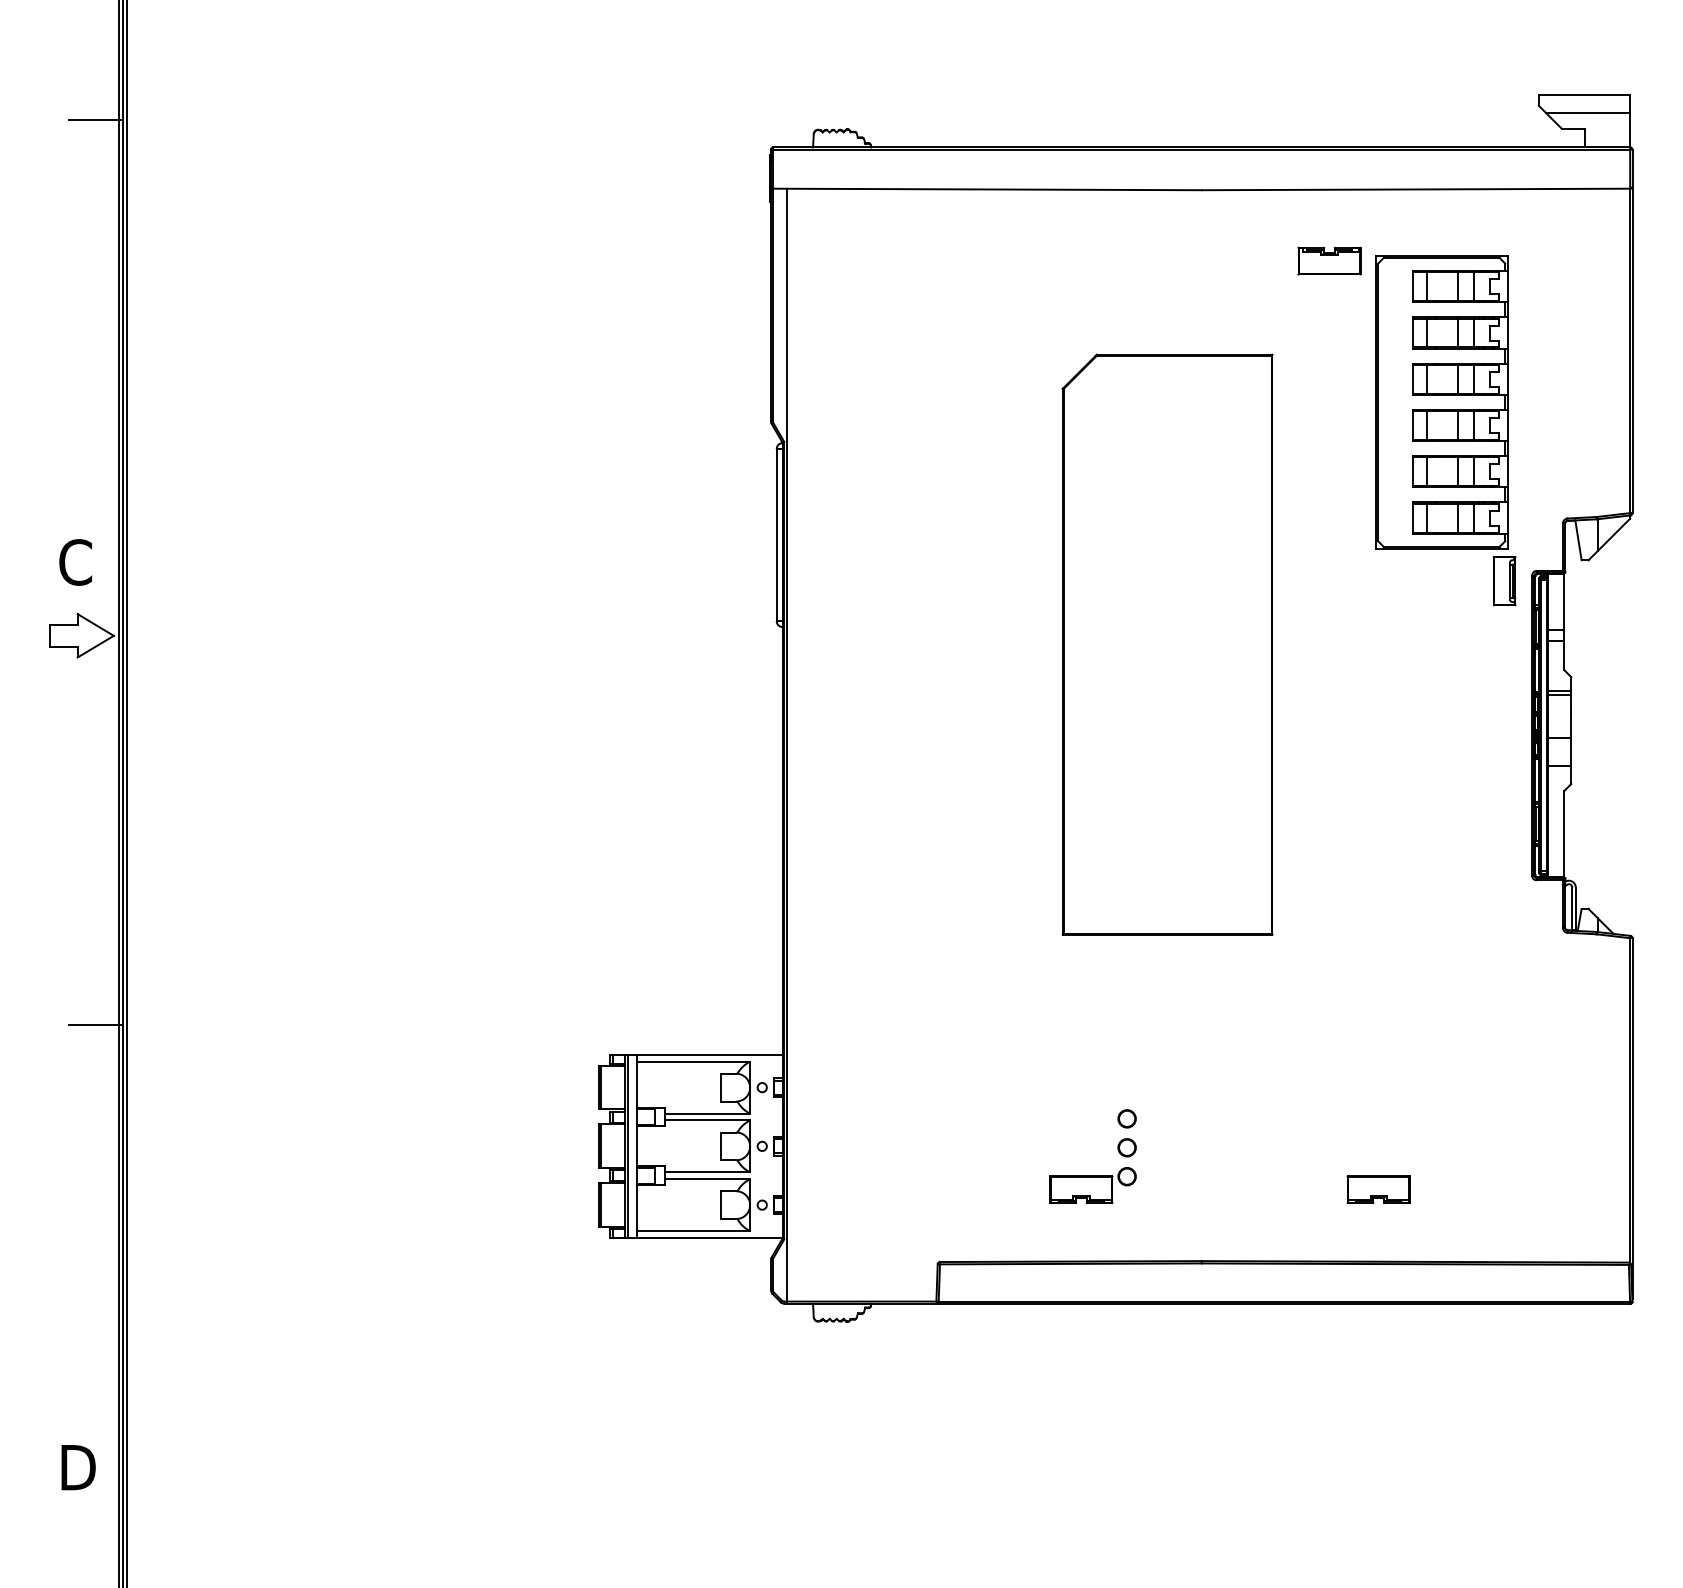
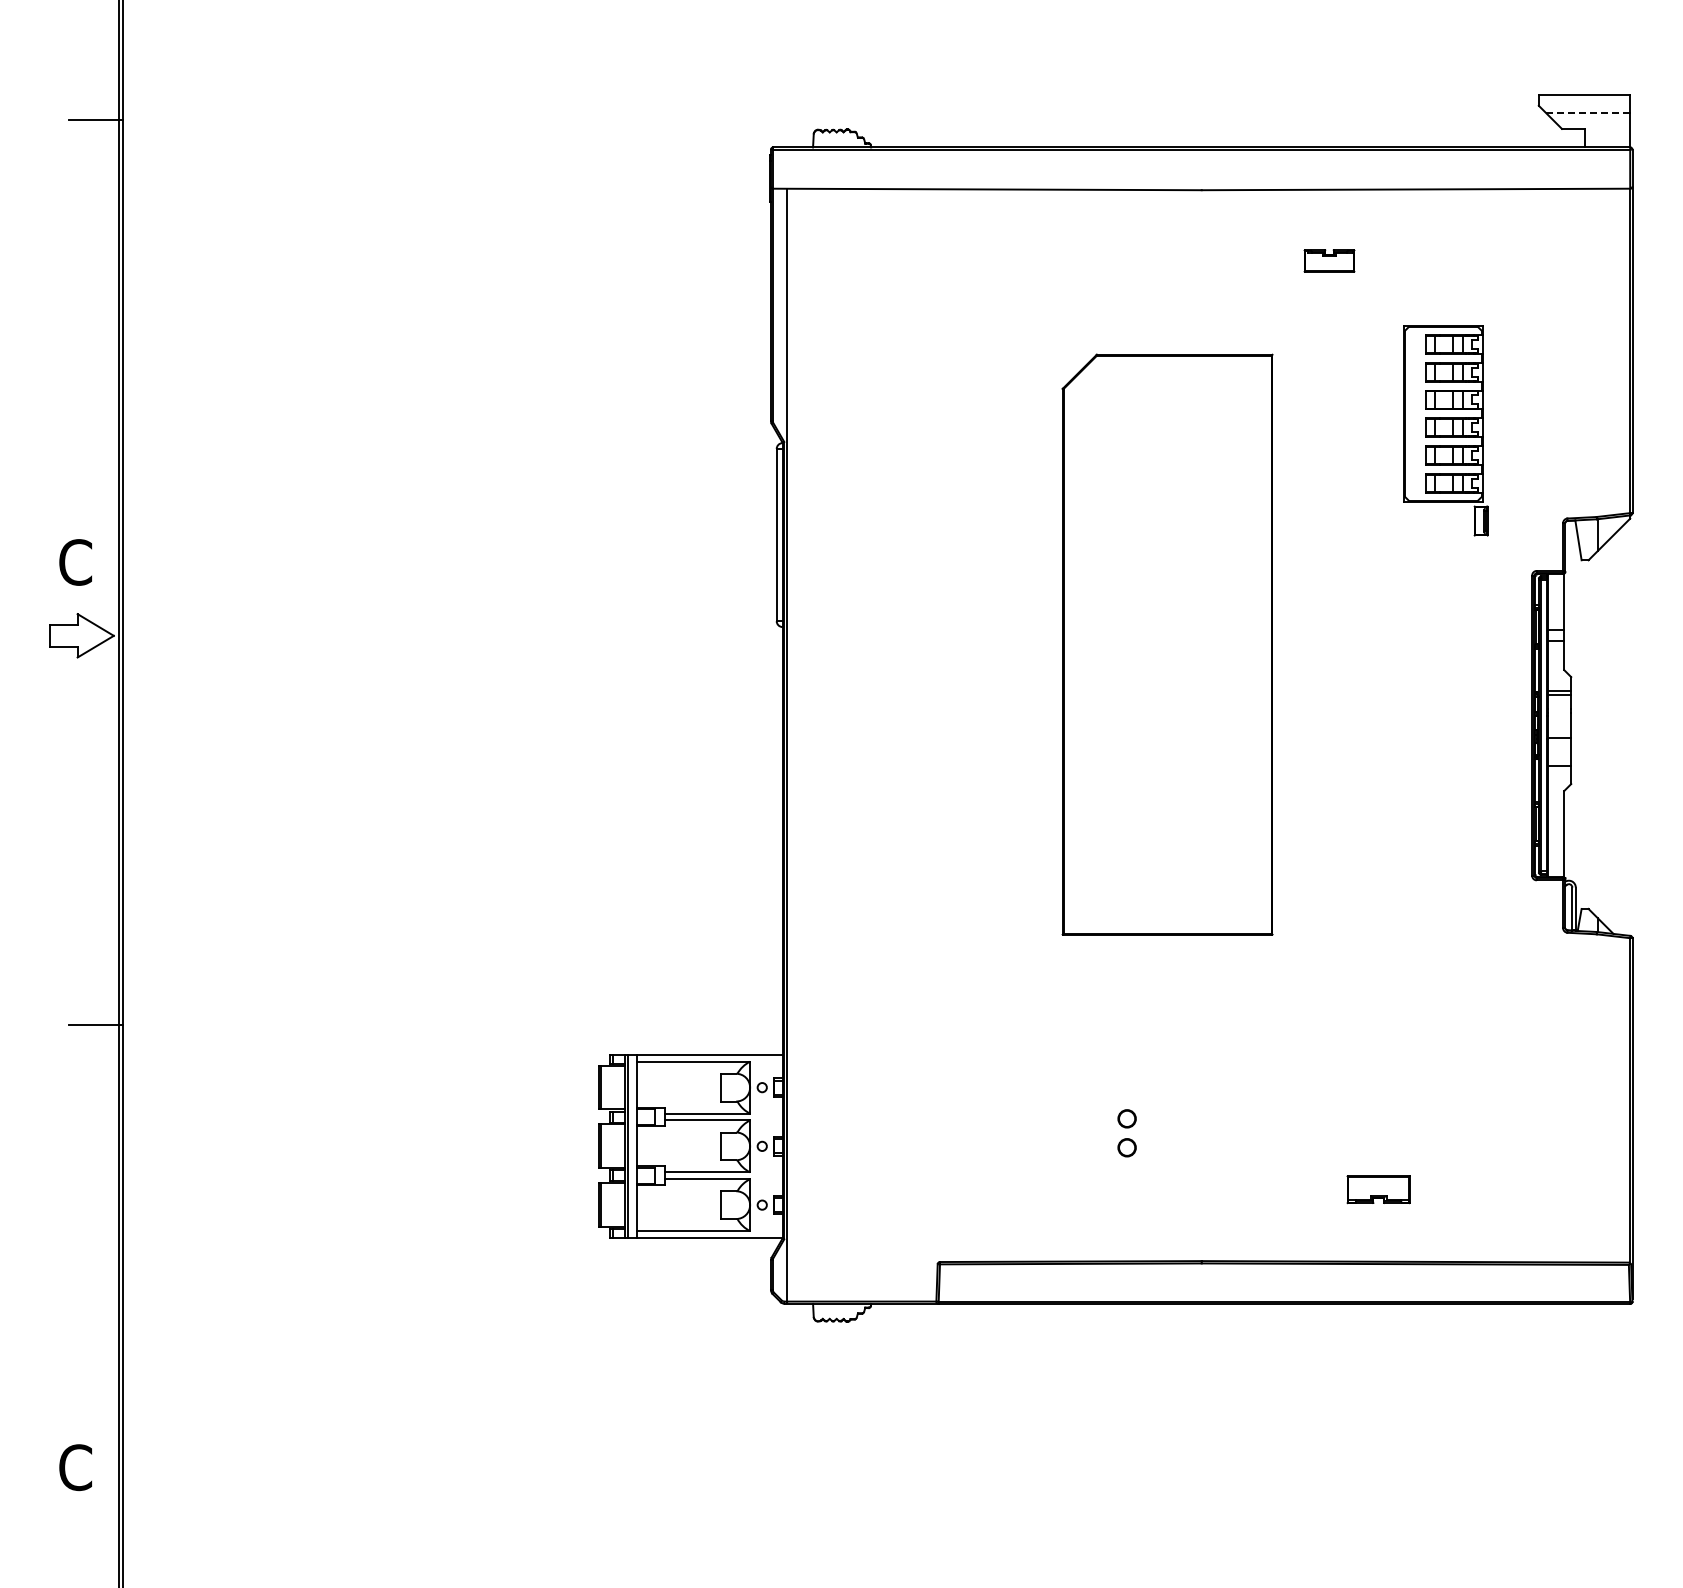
line at (1588, 112): solid -> dashed
part at (1329, 260) size: 65x30 px -> 53x24 px
part at (1445, 430) size: 142x352 px -> 86x212 px
line at (126, 793): present -> none
part at (1092, 1185): present -> none
text at (77, 1467): D -> C
